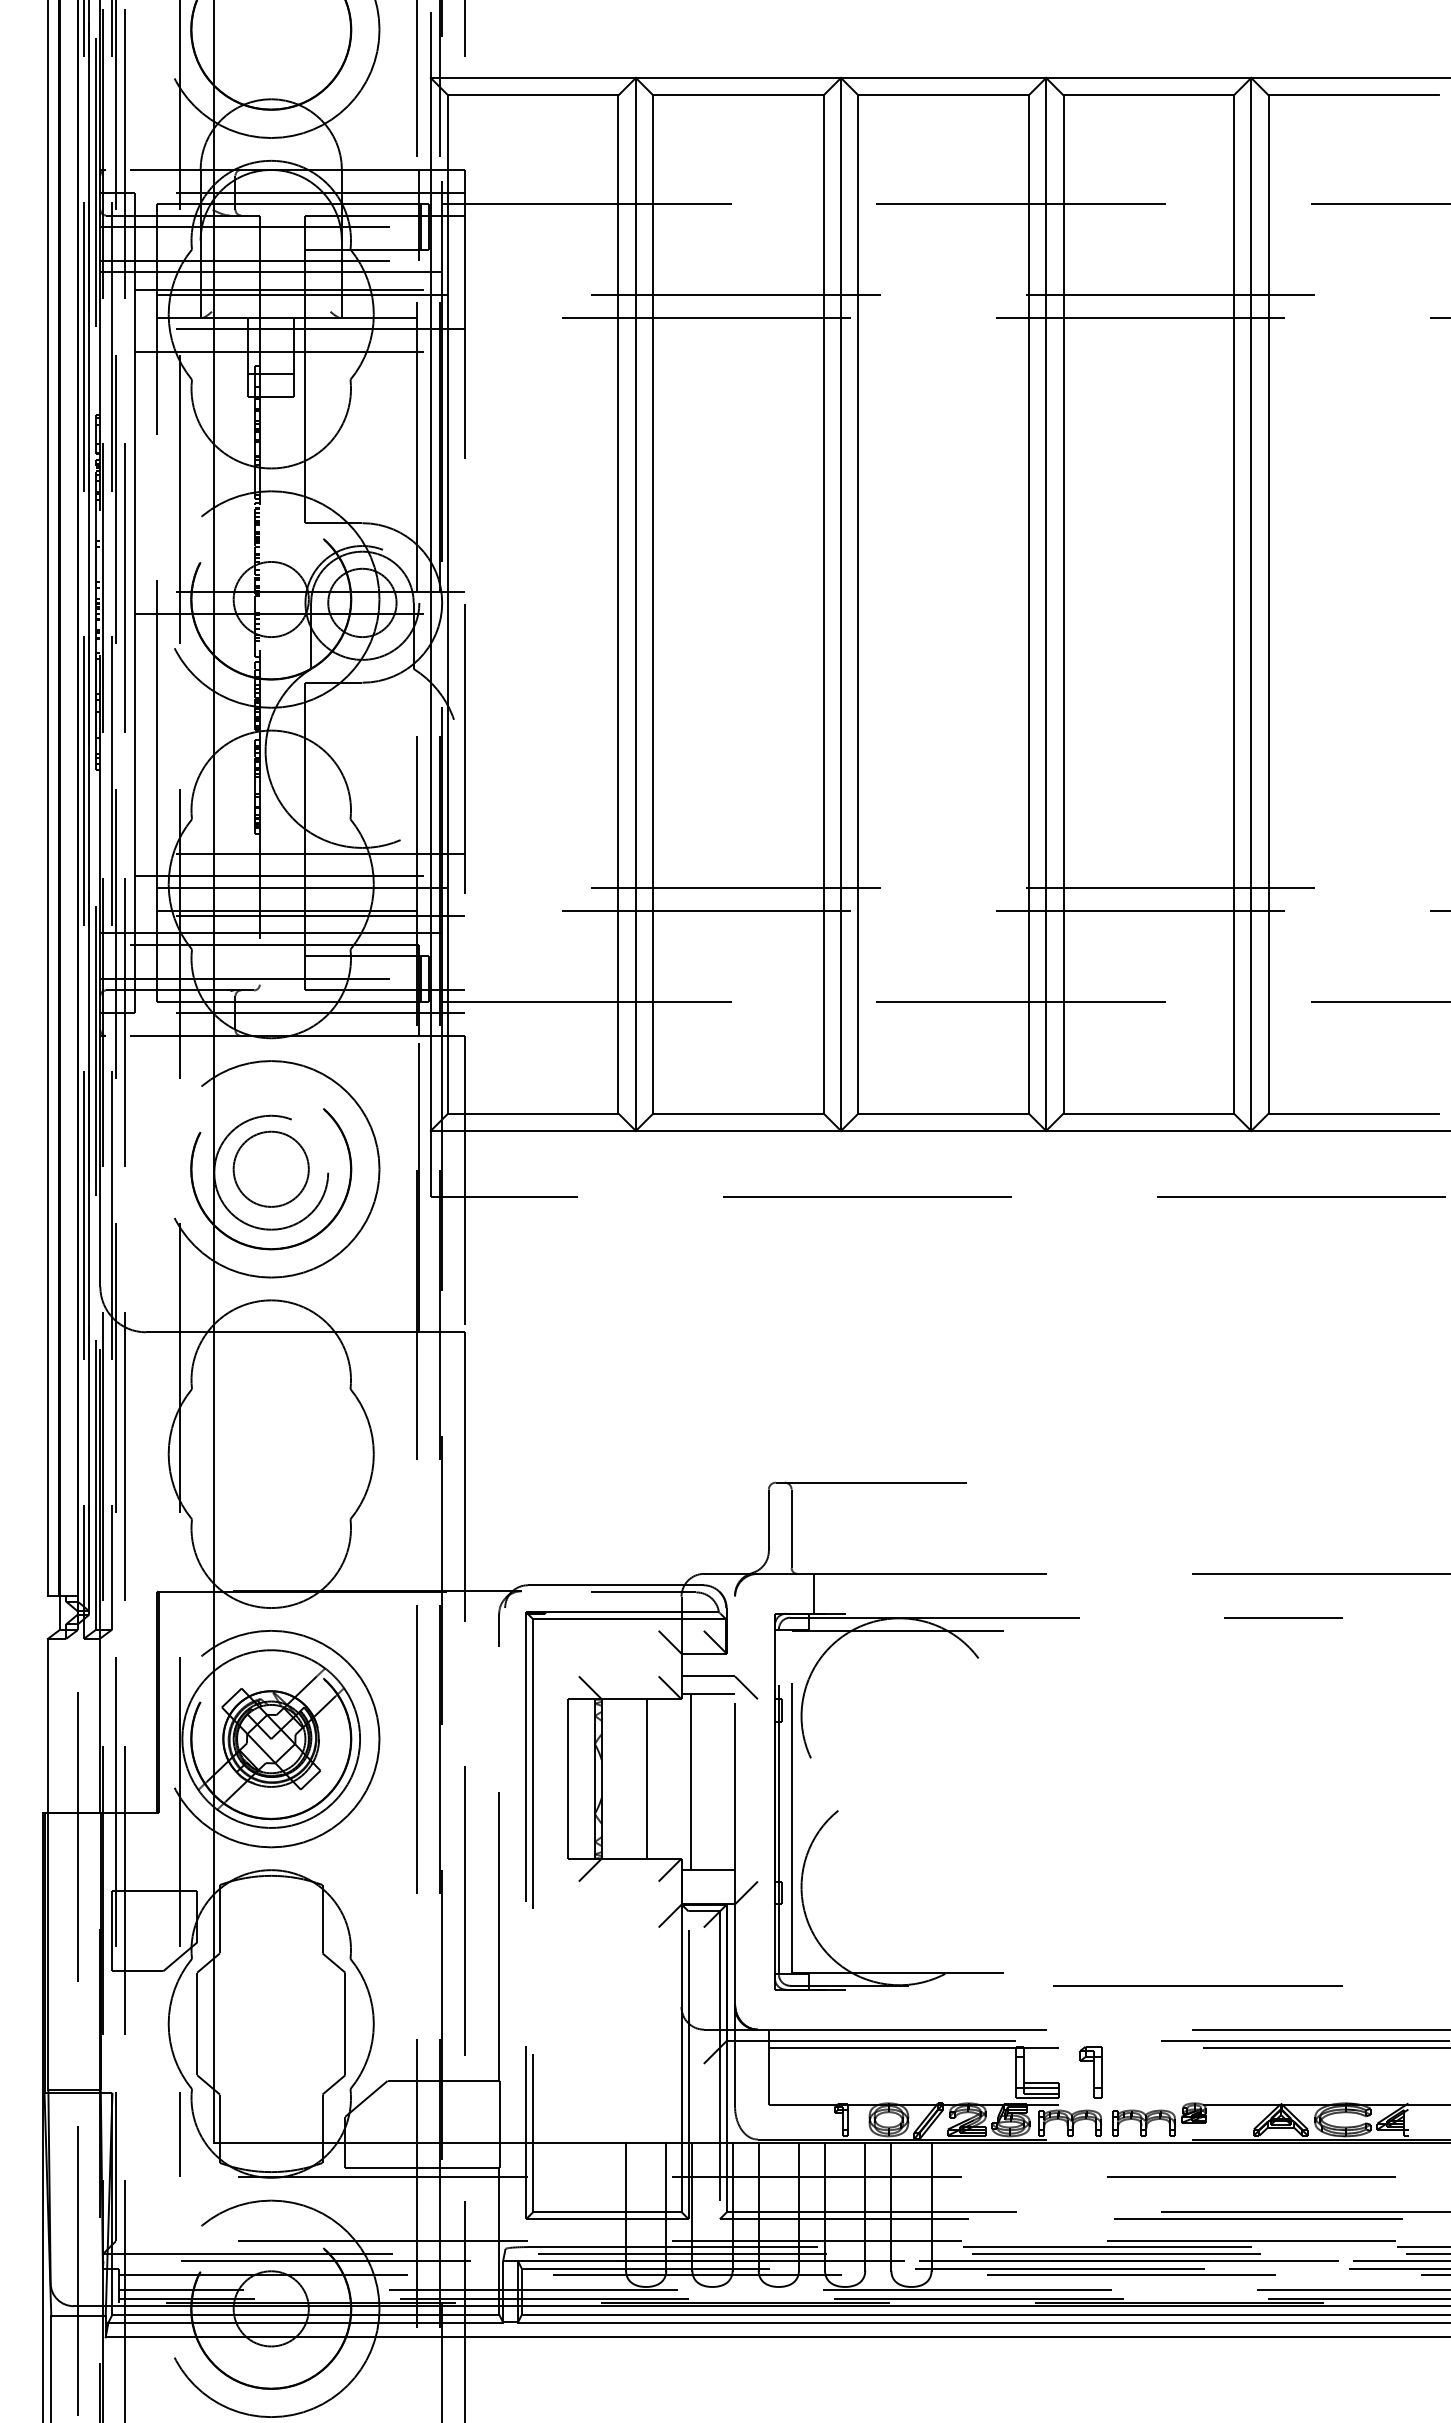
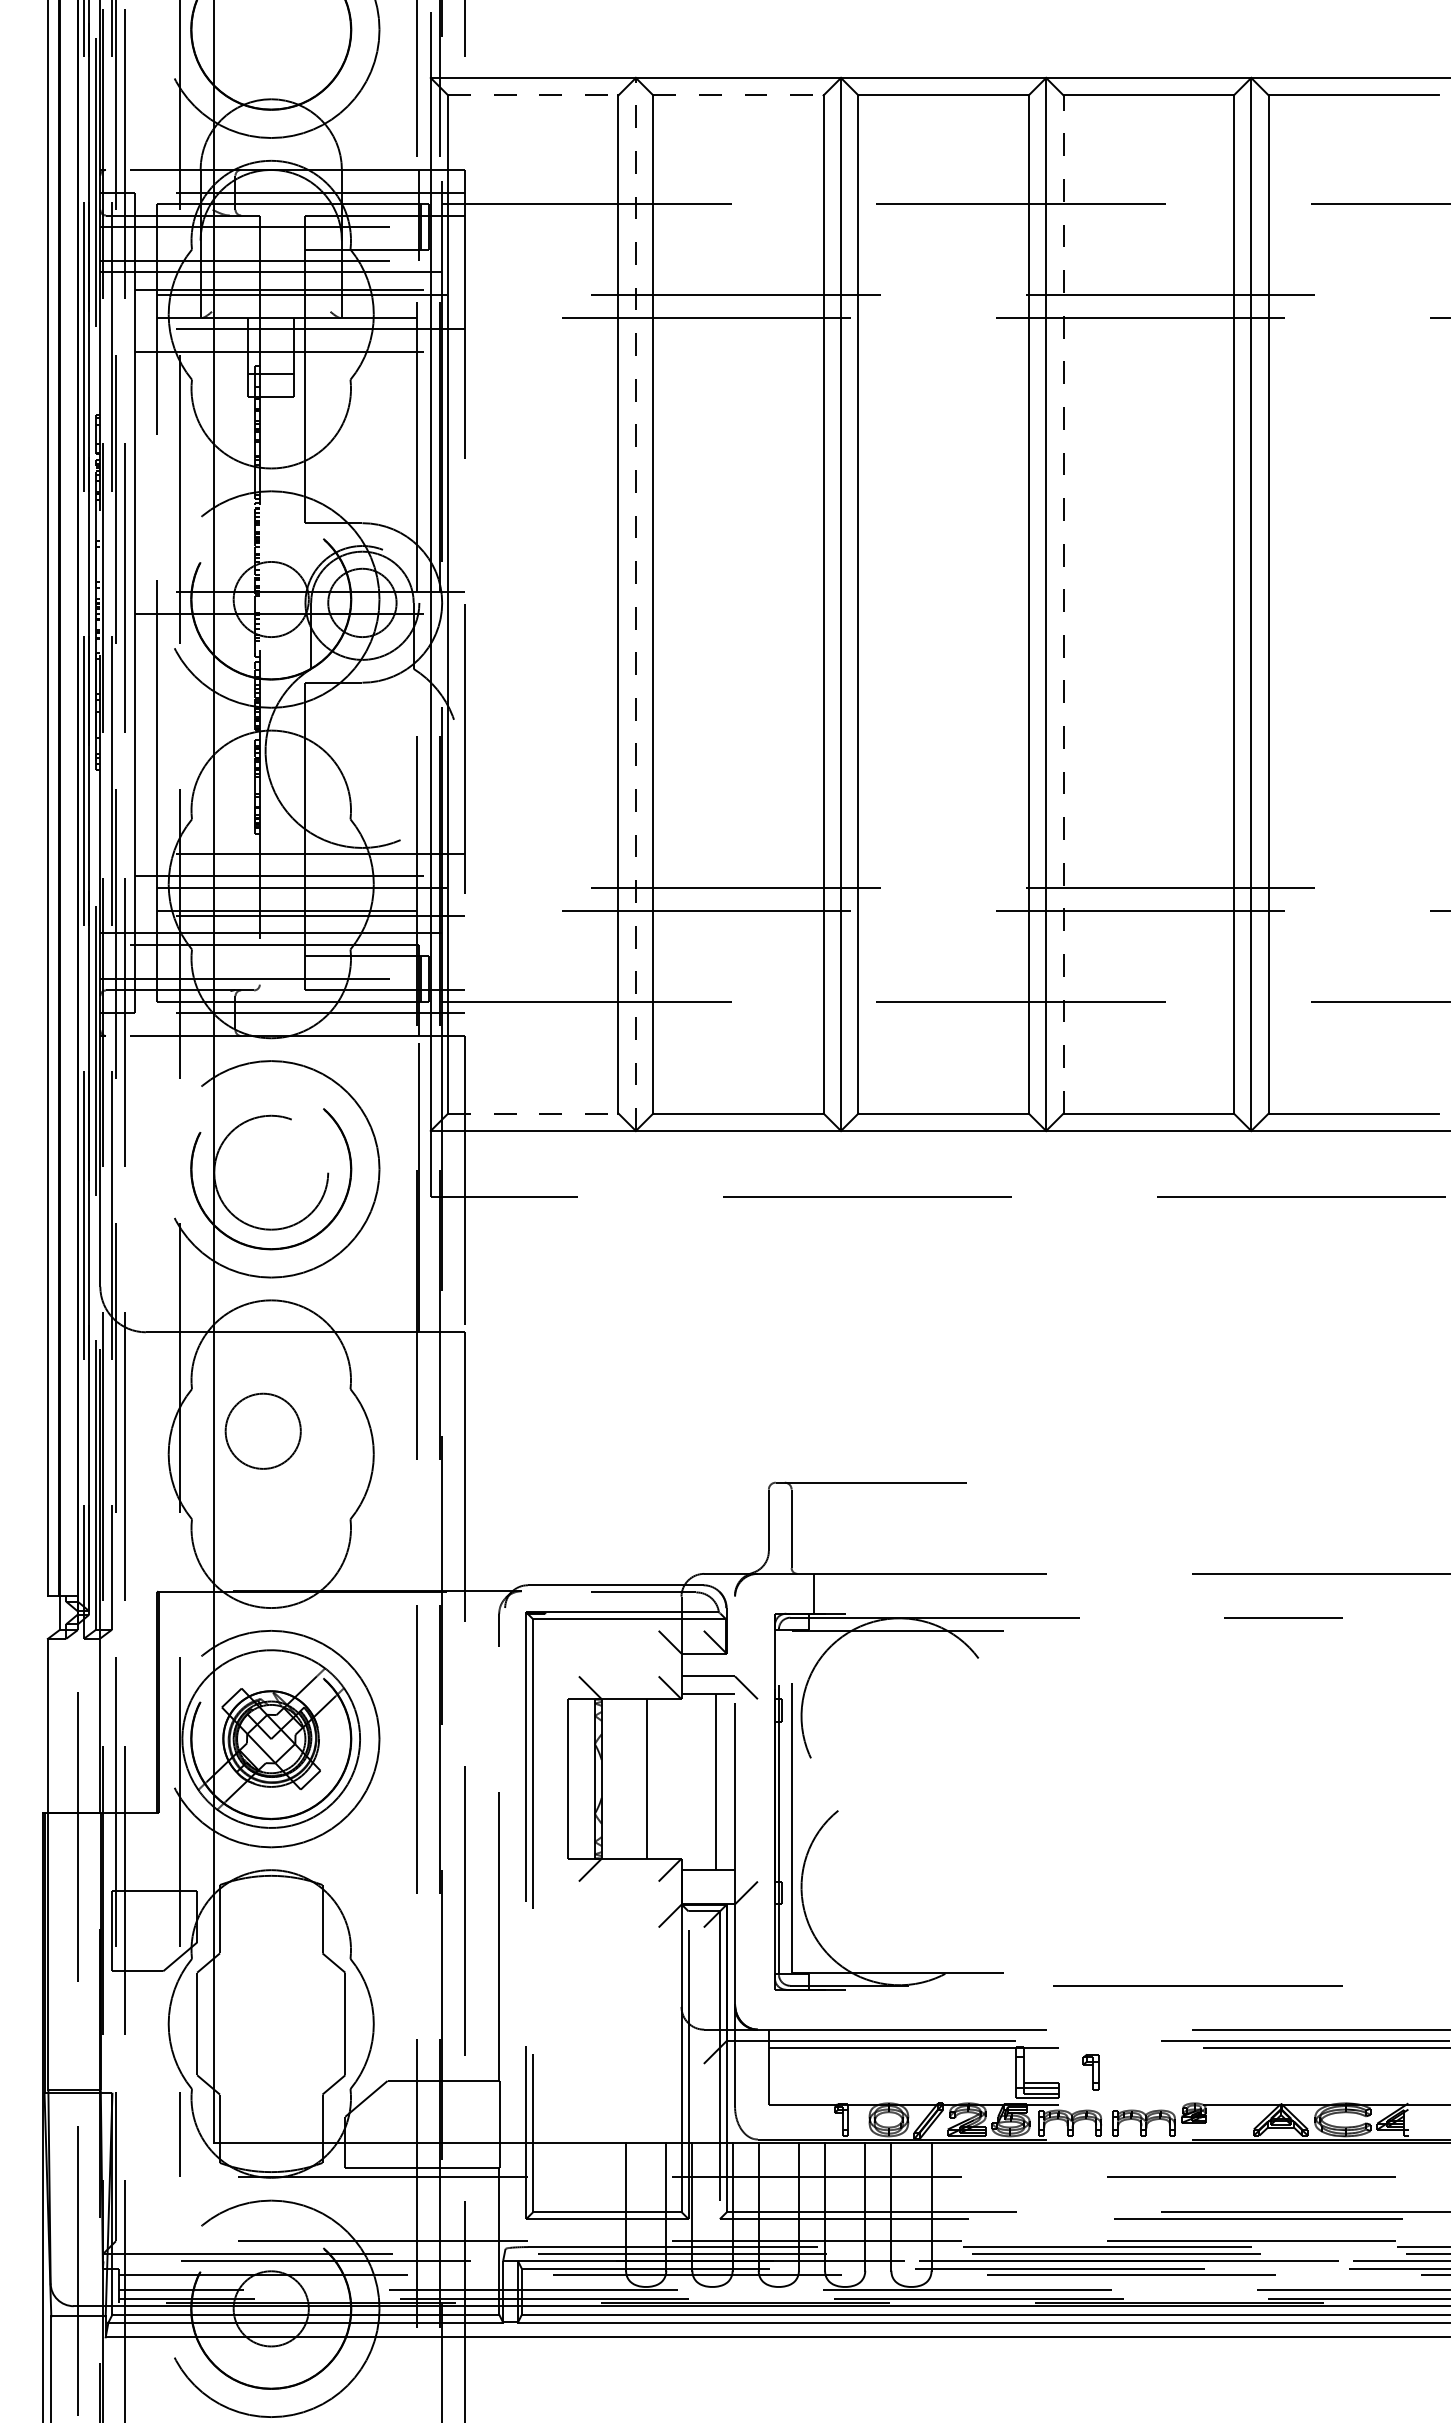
line at (533, 95): solid -> dashed
line at (738, 95): solid -> dashed
line at (635, 603): solid -> dashed
line at (1063, 603): solid -> dashed
line at (533, 1113): solid -> dashed
circle at (270, 1168) position: (270, 1168) -> (262, 1430)
line at (691, 1781) position: (691, 1781) -> (716, 1781)
part at (1090, 2072) size: 24x53 px -> 18x37 px
